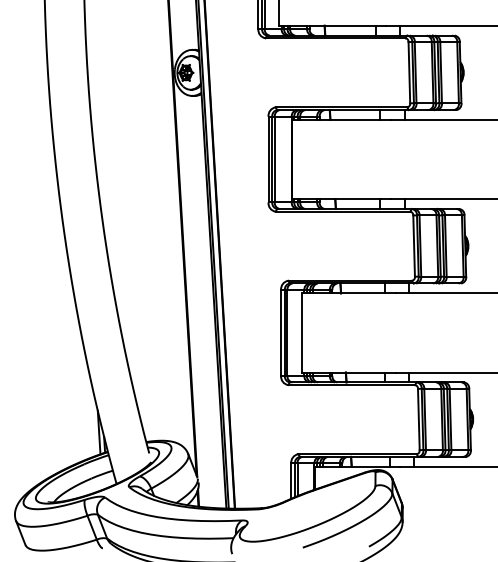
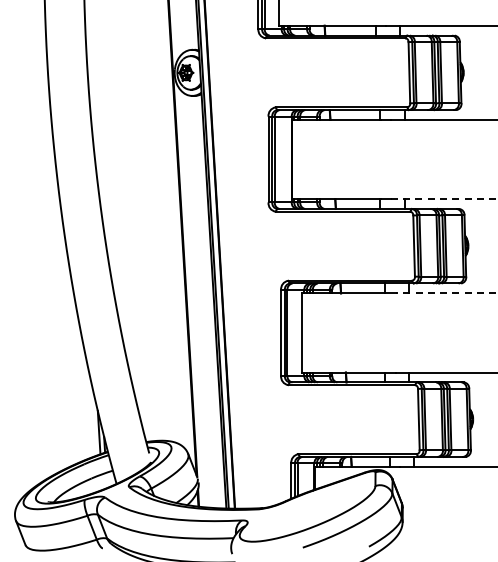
line at (444, 199): solid -> dashed
line at (446, 293): solid -> dashed
